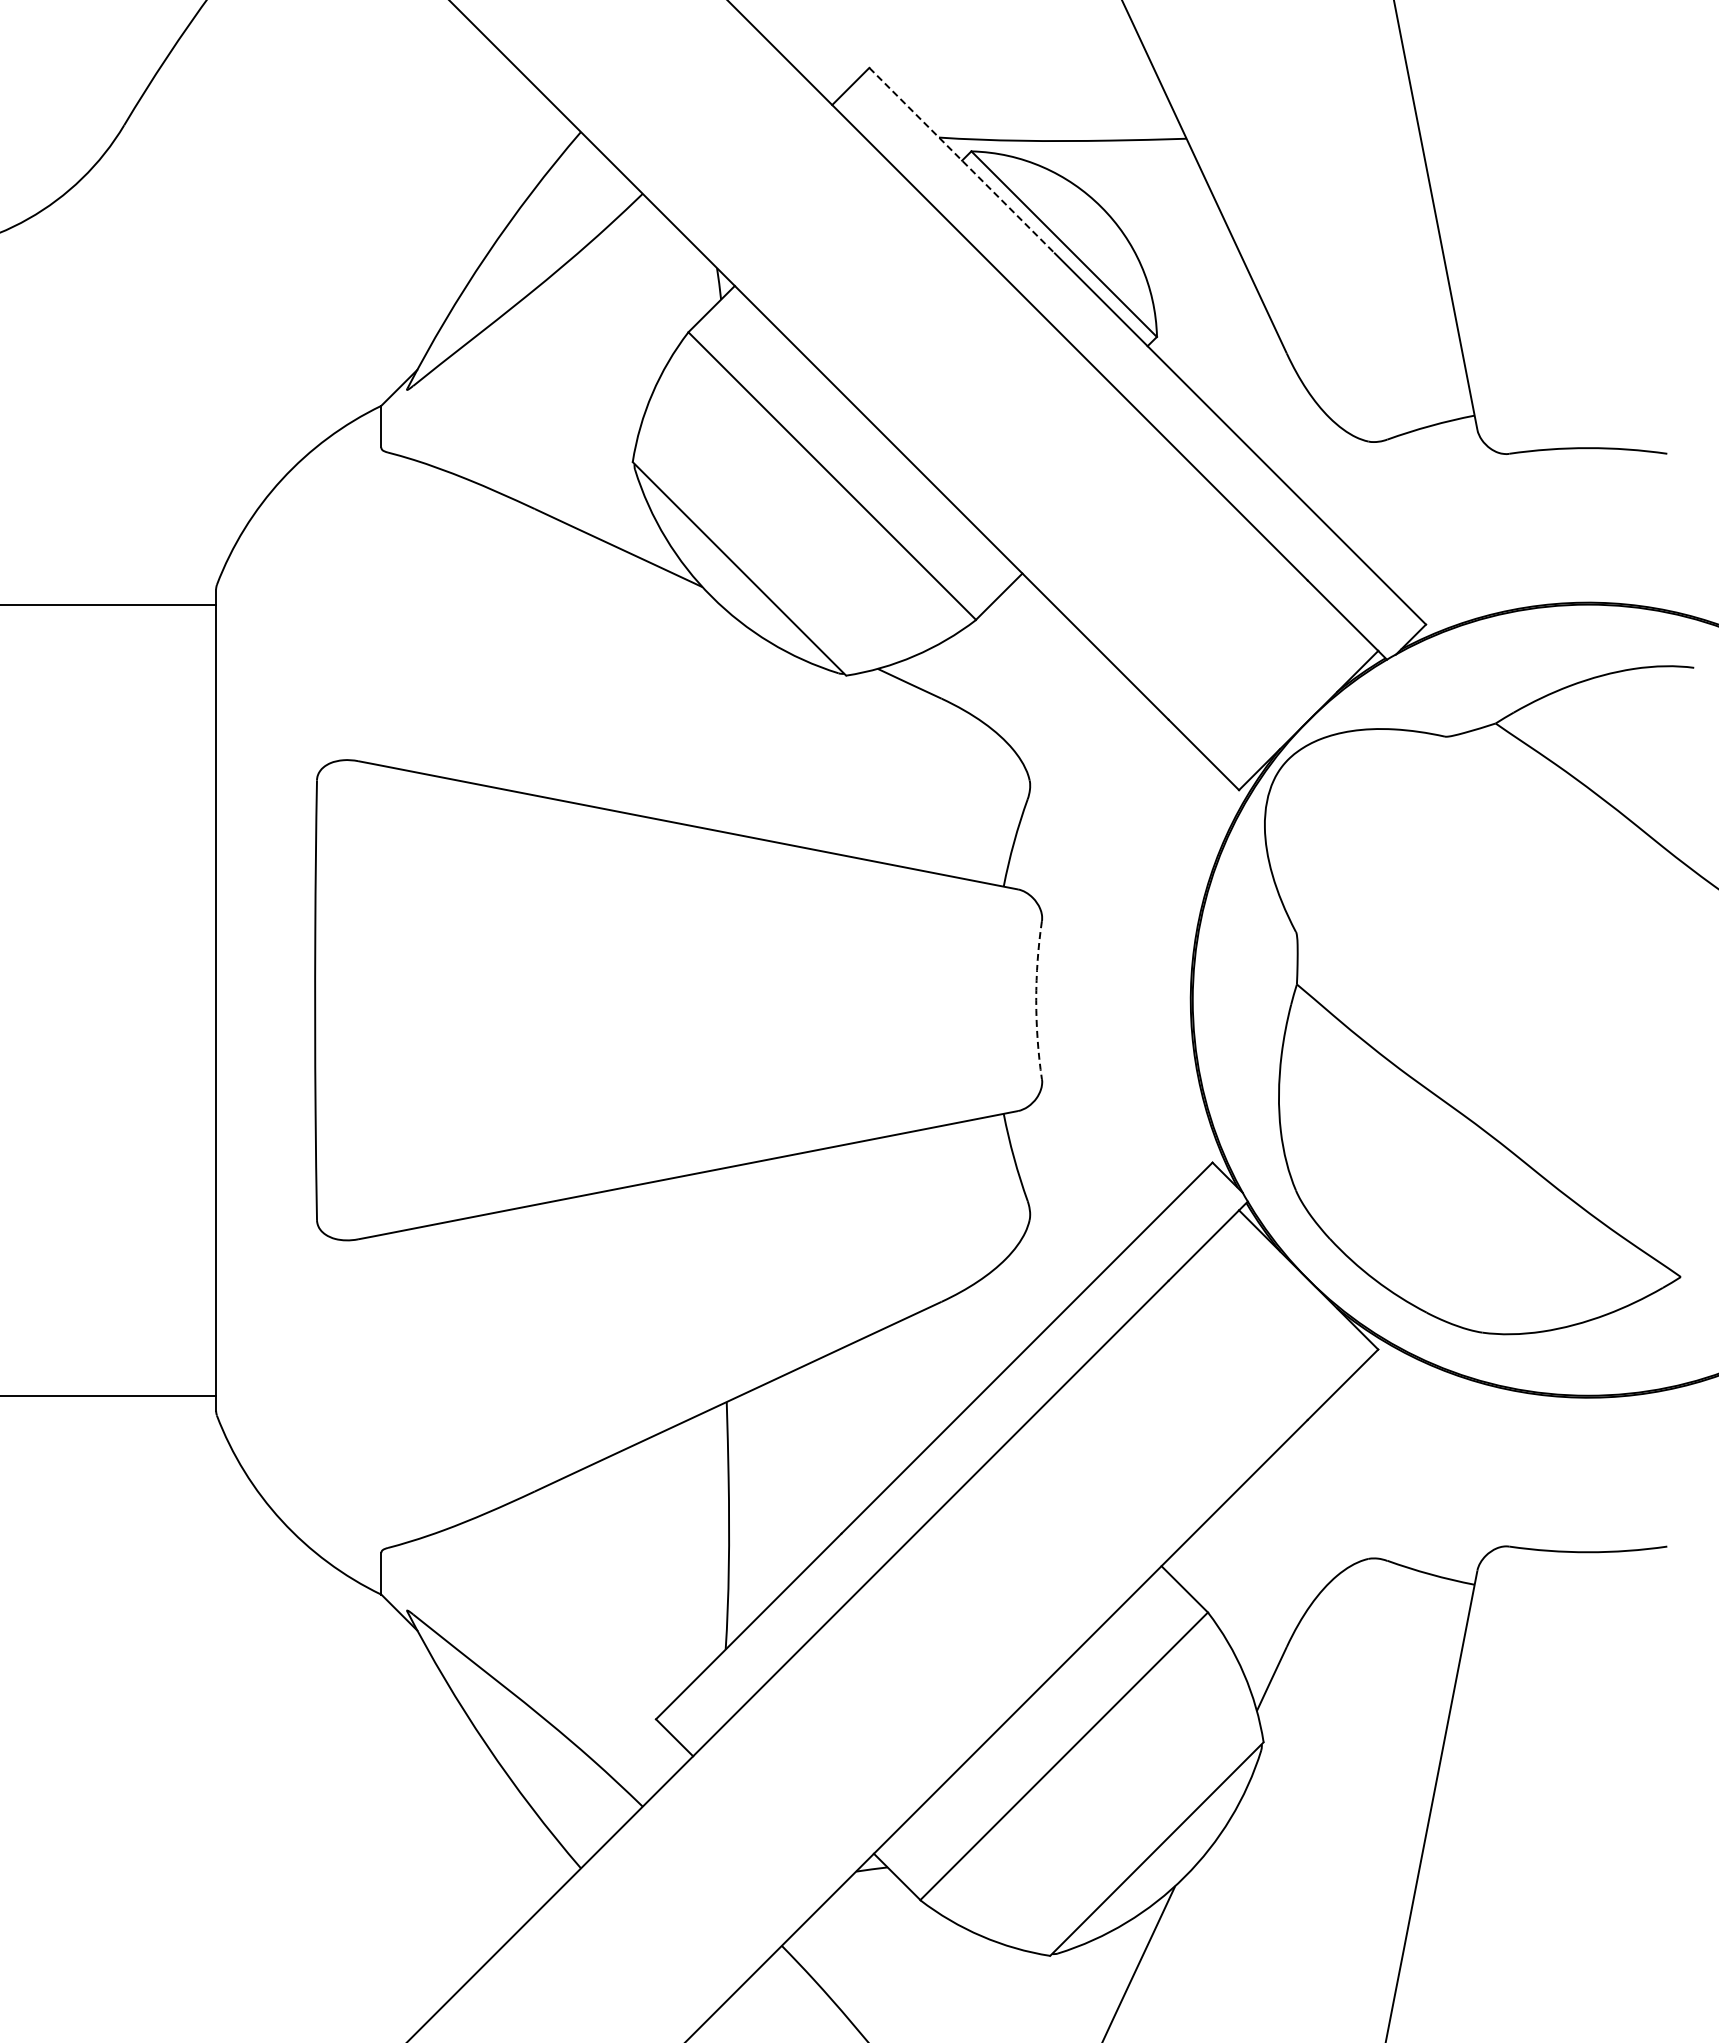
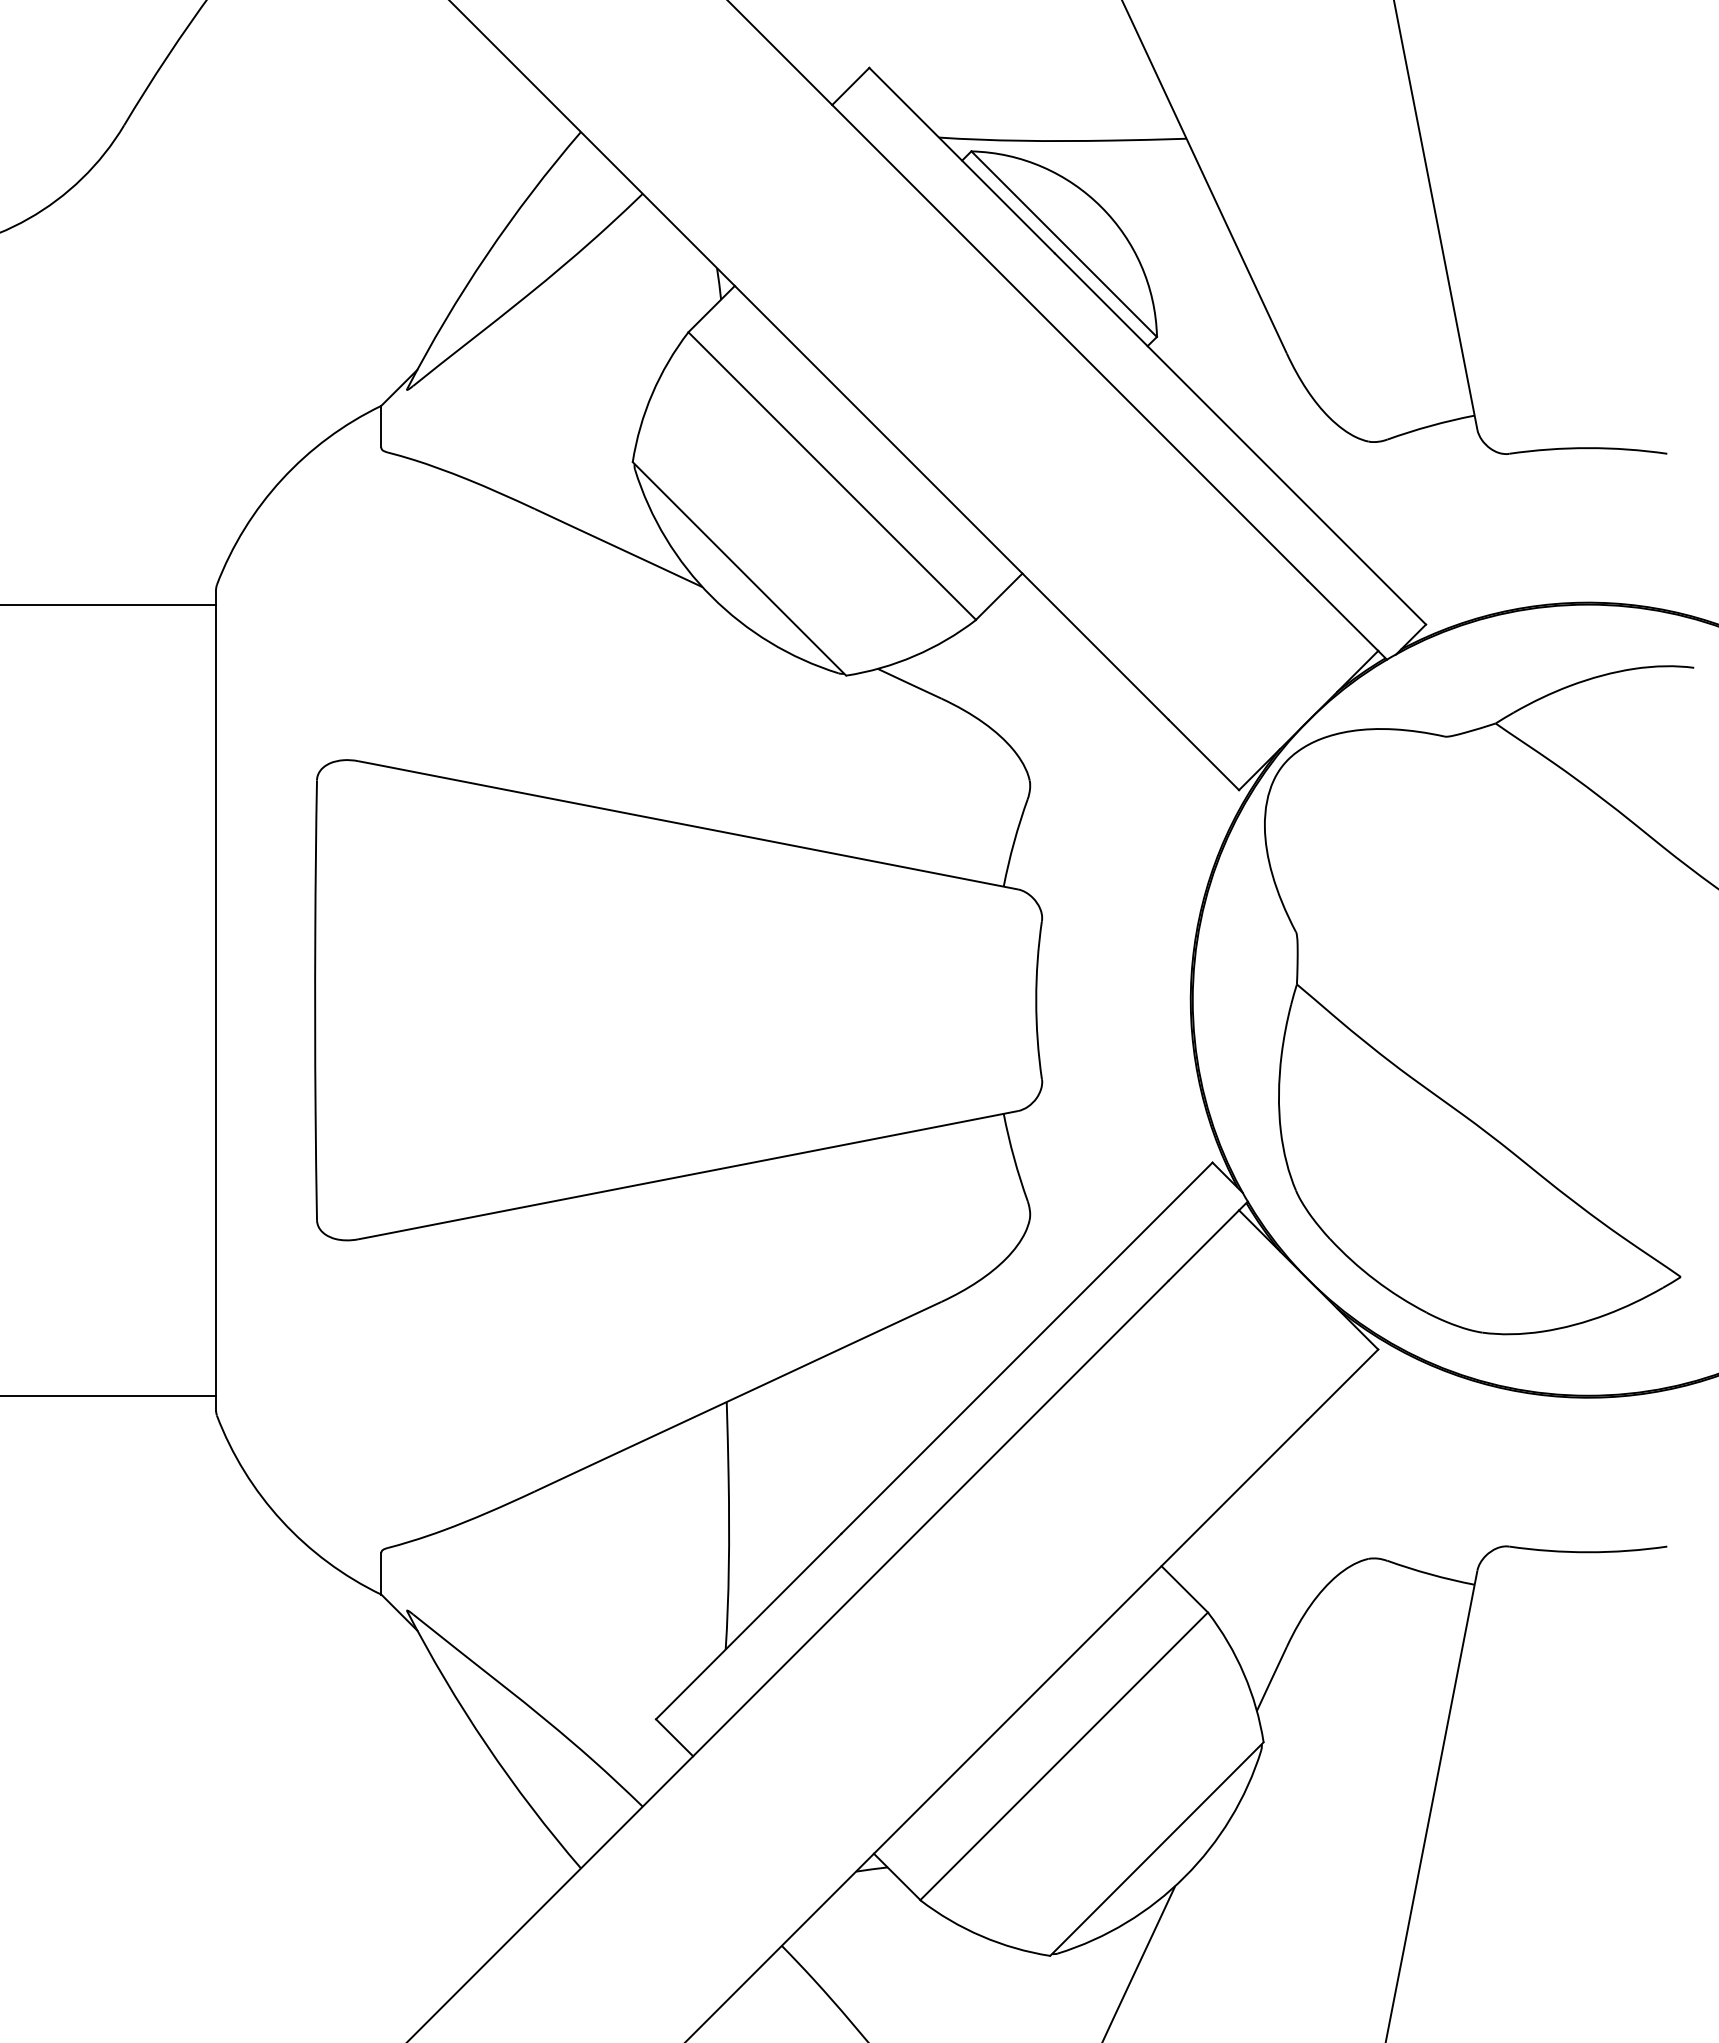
line at (962, 161): dashed -> solid
arc at (1036, 1000): dashed -> solid
